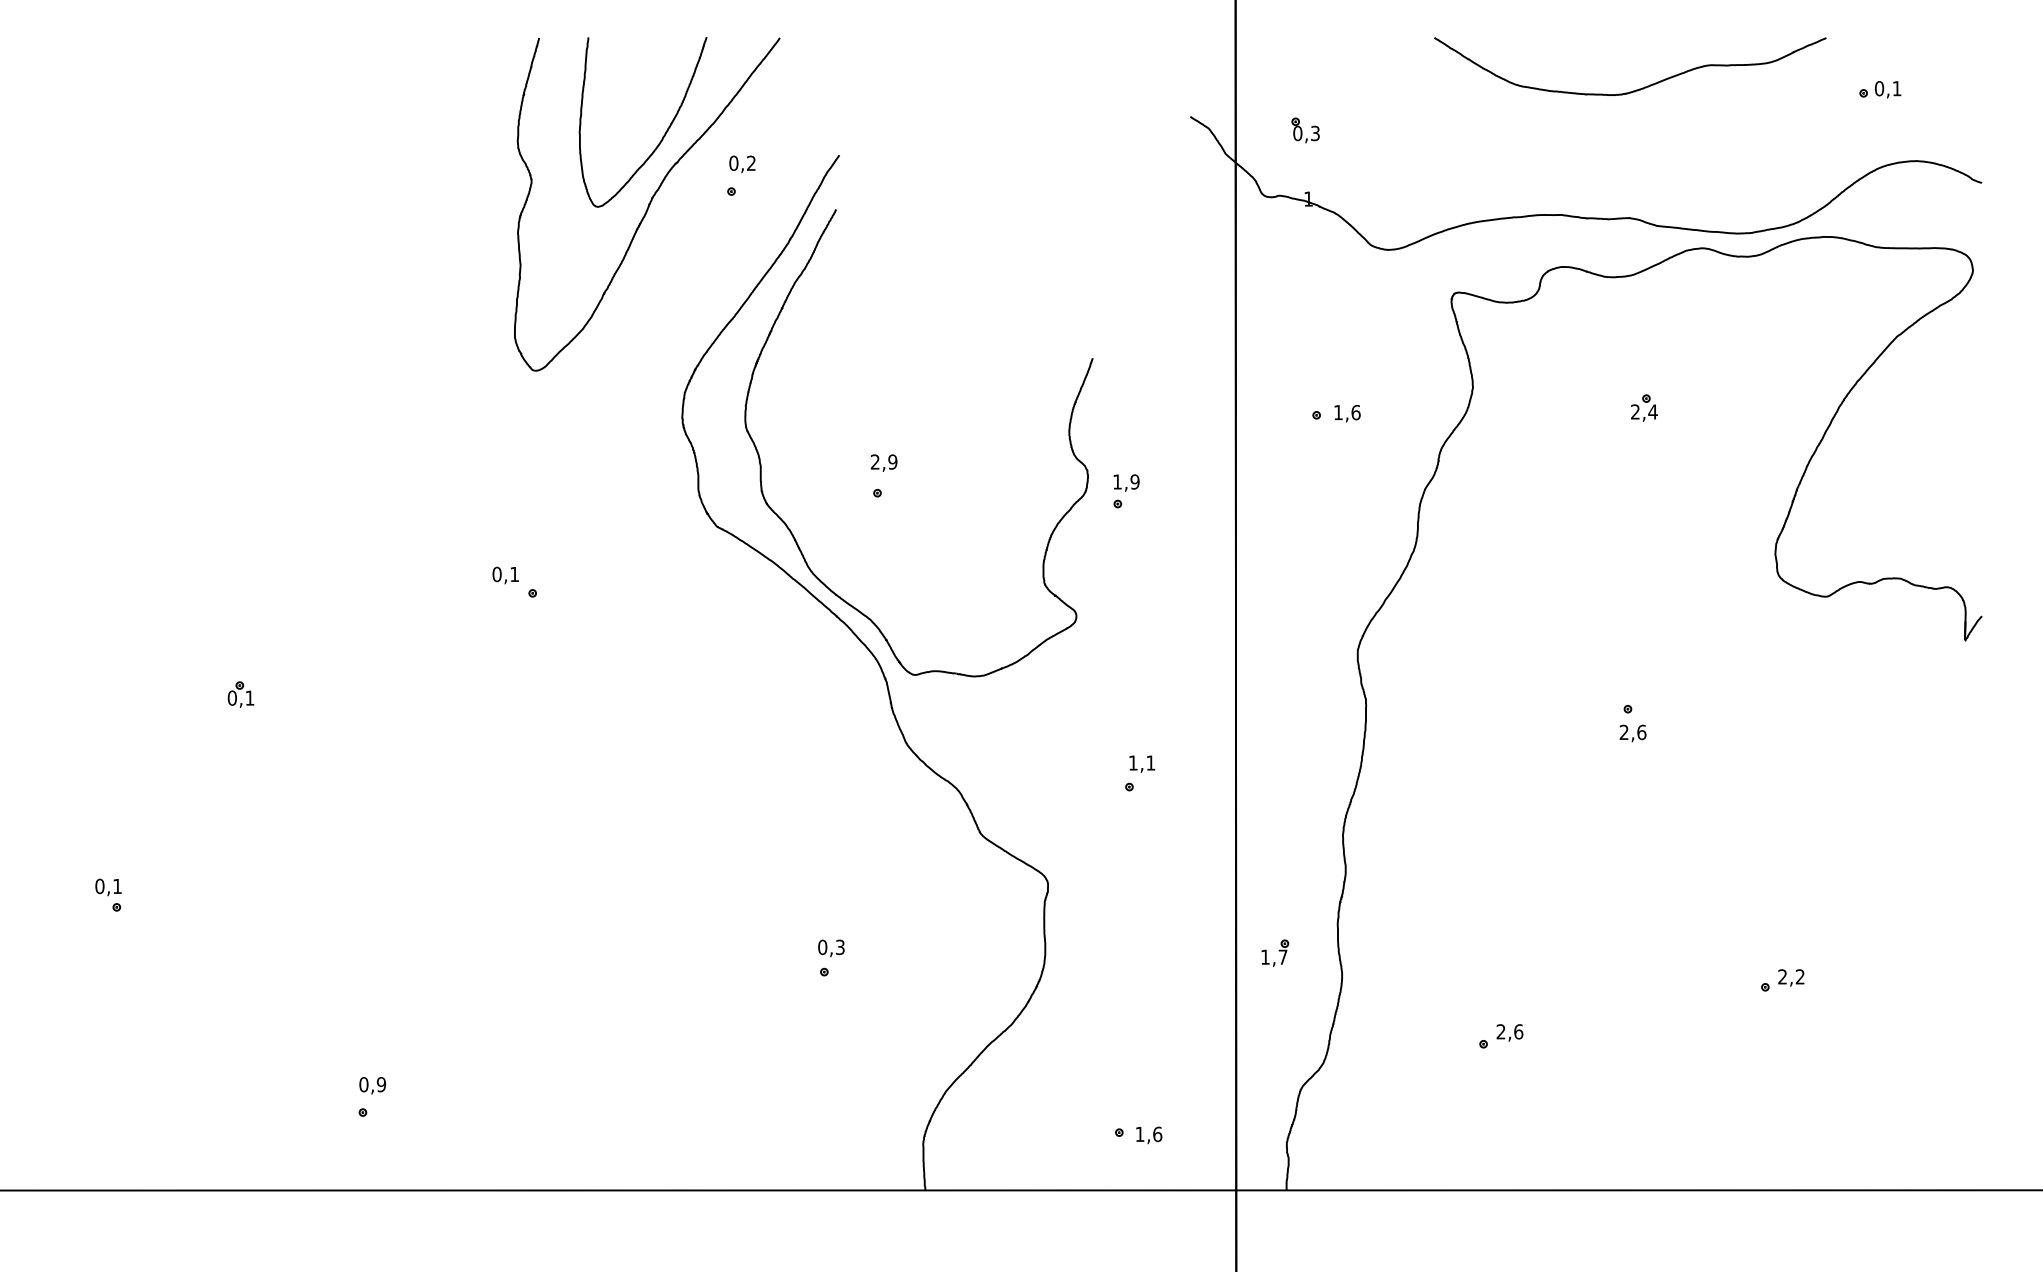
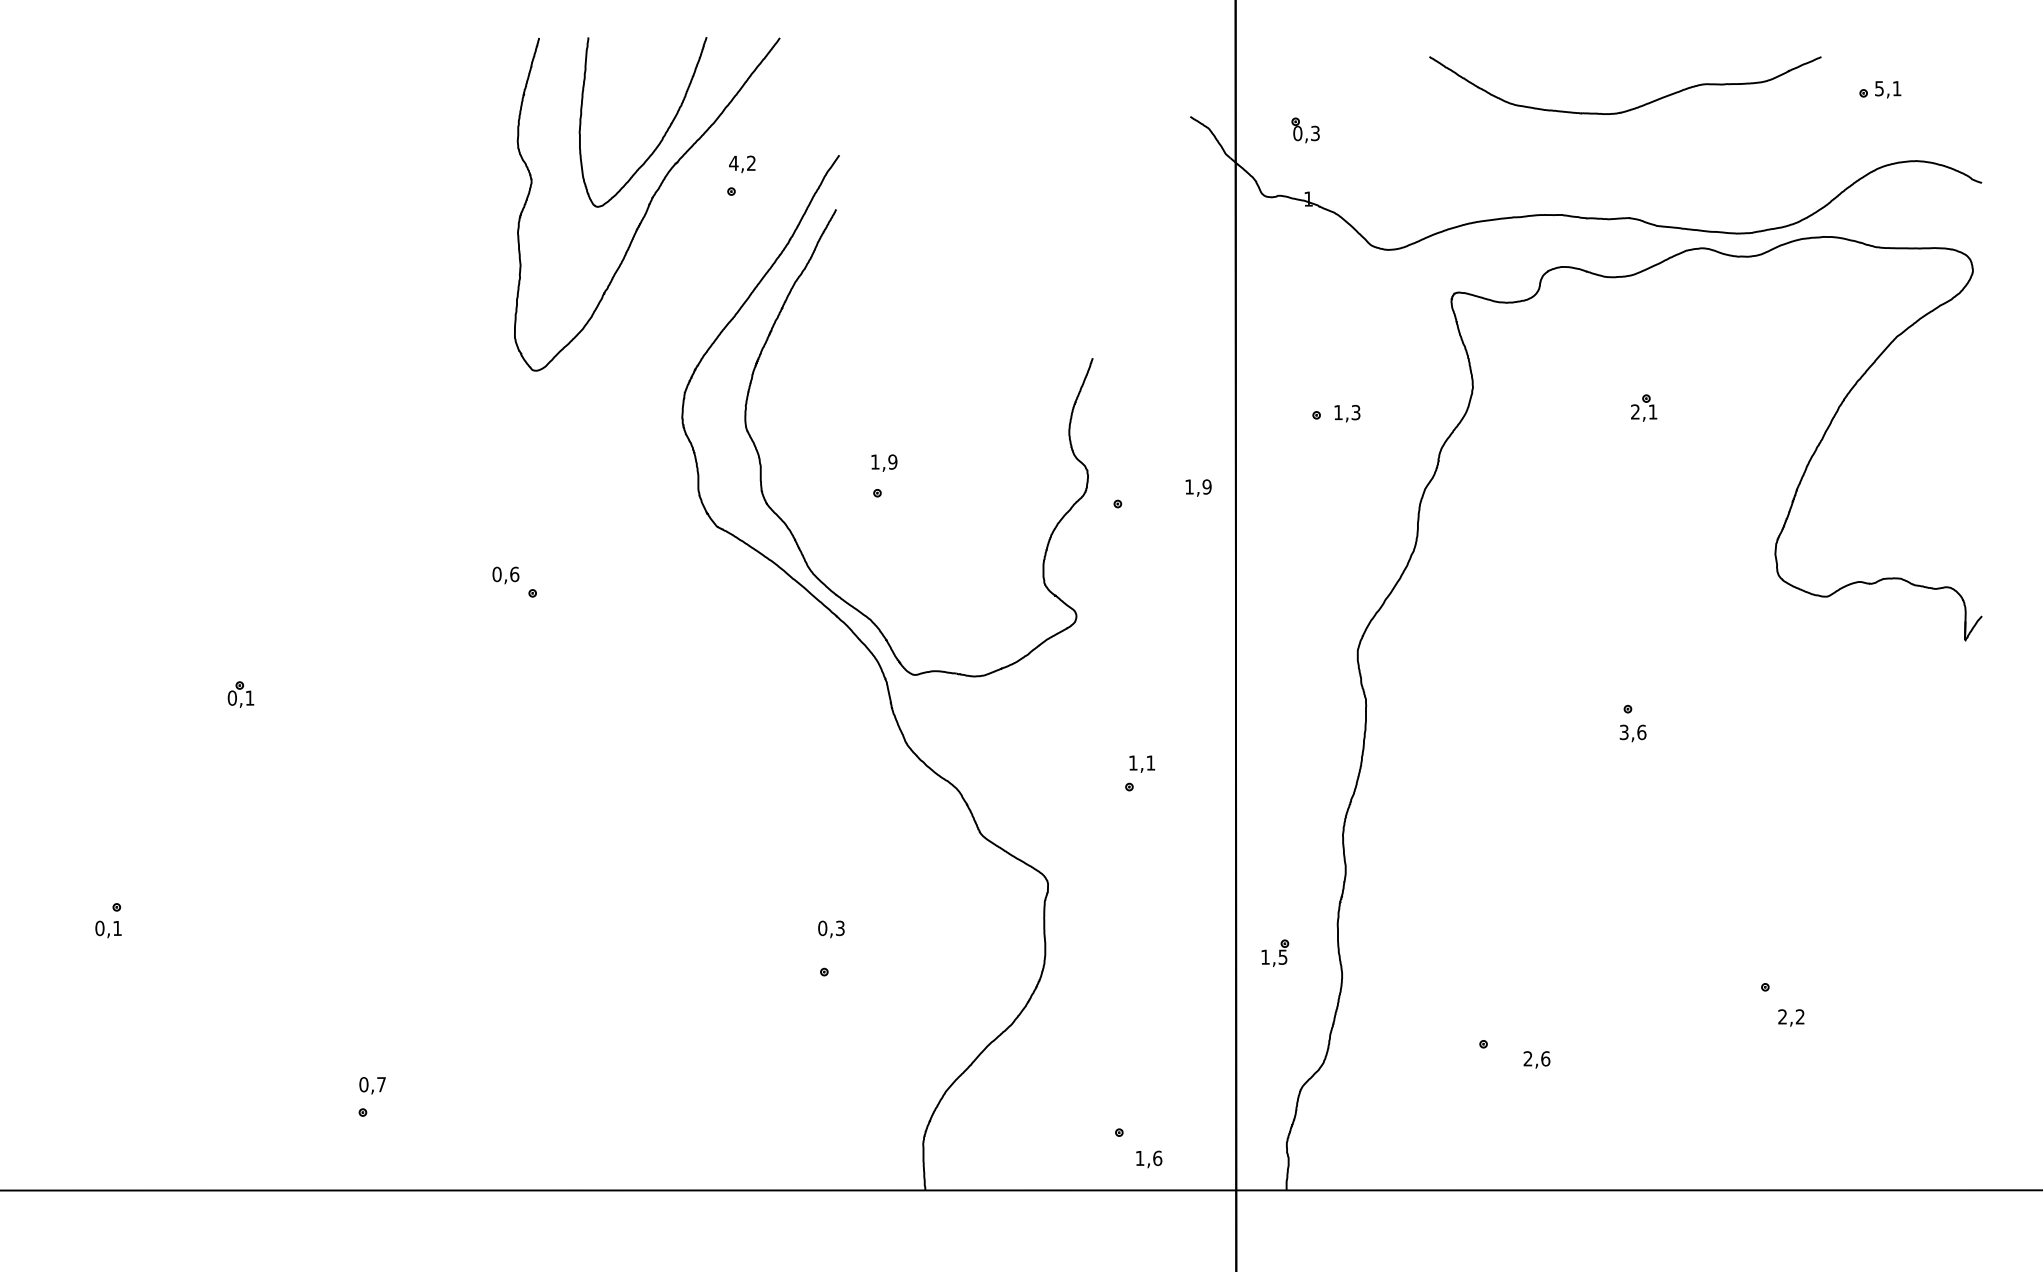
part at (1639, 88) position: (1639, 88) -> (1634, 107)
text at (1879, 88): 0,1 -> 5,1
text at (733, 162): 0,2 -> 4,2
text at (1652, 411): 2,4 -> 2,1
text at (1355, 412): 1,6 -> 1,3
text at (874, 461): 2,9 -> 1,9
text at (1126, 482) position: (1126, 482) -> (1198, 487)
text at (514, 574): 0,1 -> 0,6
text at (1623, 732): 2,6 -> 3,6
text at (108, 887) position: (108, 887) -> (108, 929)
text at (831, 948) position: (831, 948) -> (831, 929)
text at (1282, 956): 1,7 -> 1,5
text at (1791, 977) position: (1791, 977) -> (1791, 1017)
text at (1509, 1032) position: (1509, 1032) -> (1536, 1059)
text at (381, 1084): 0,9 -> 0,7
text at (1149, 1135) position: (1149, 1135) -> (1149, 1159)
